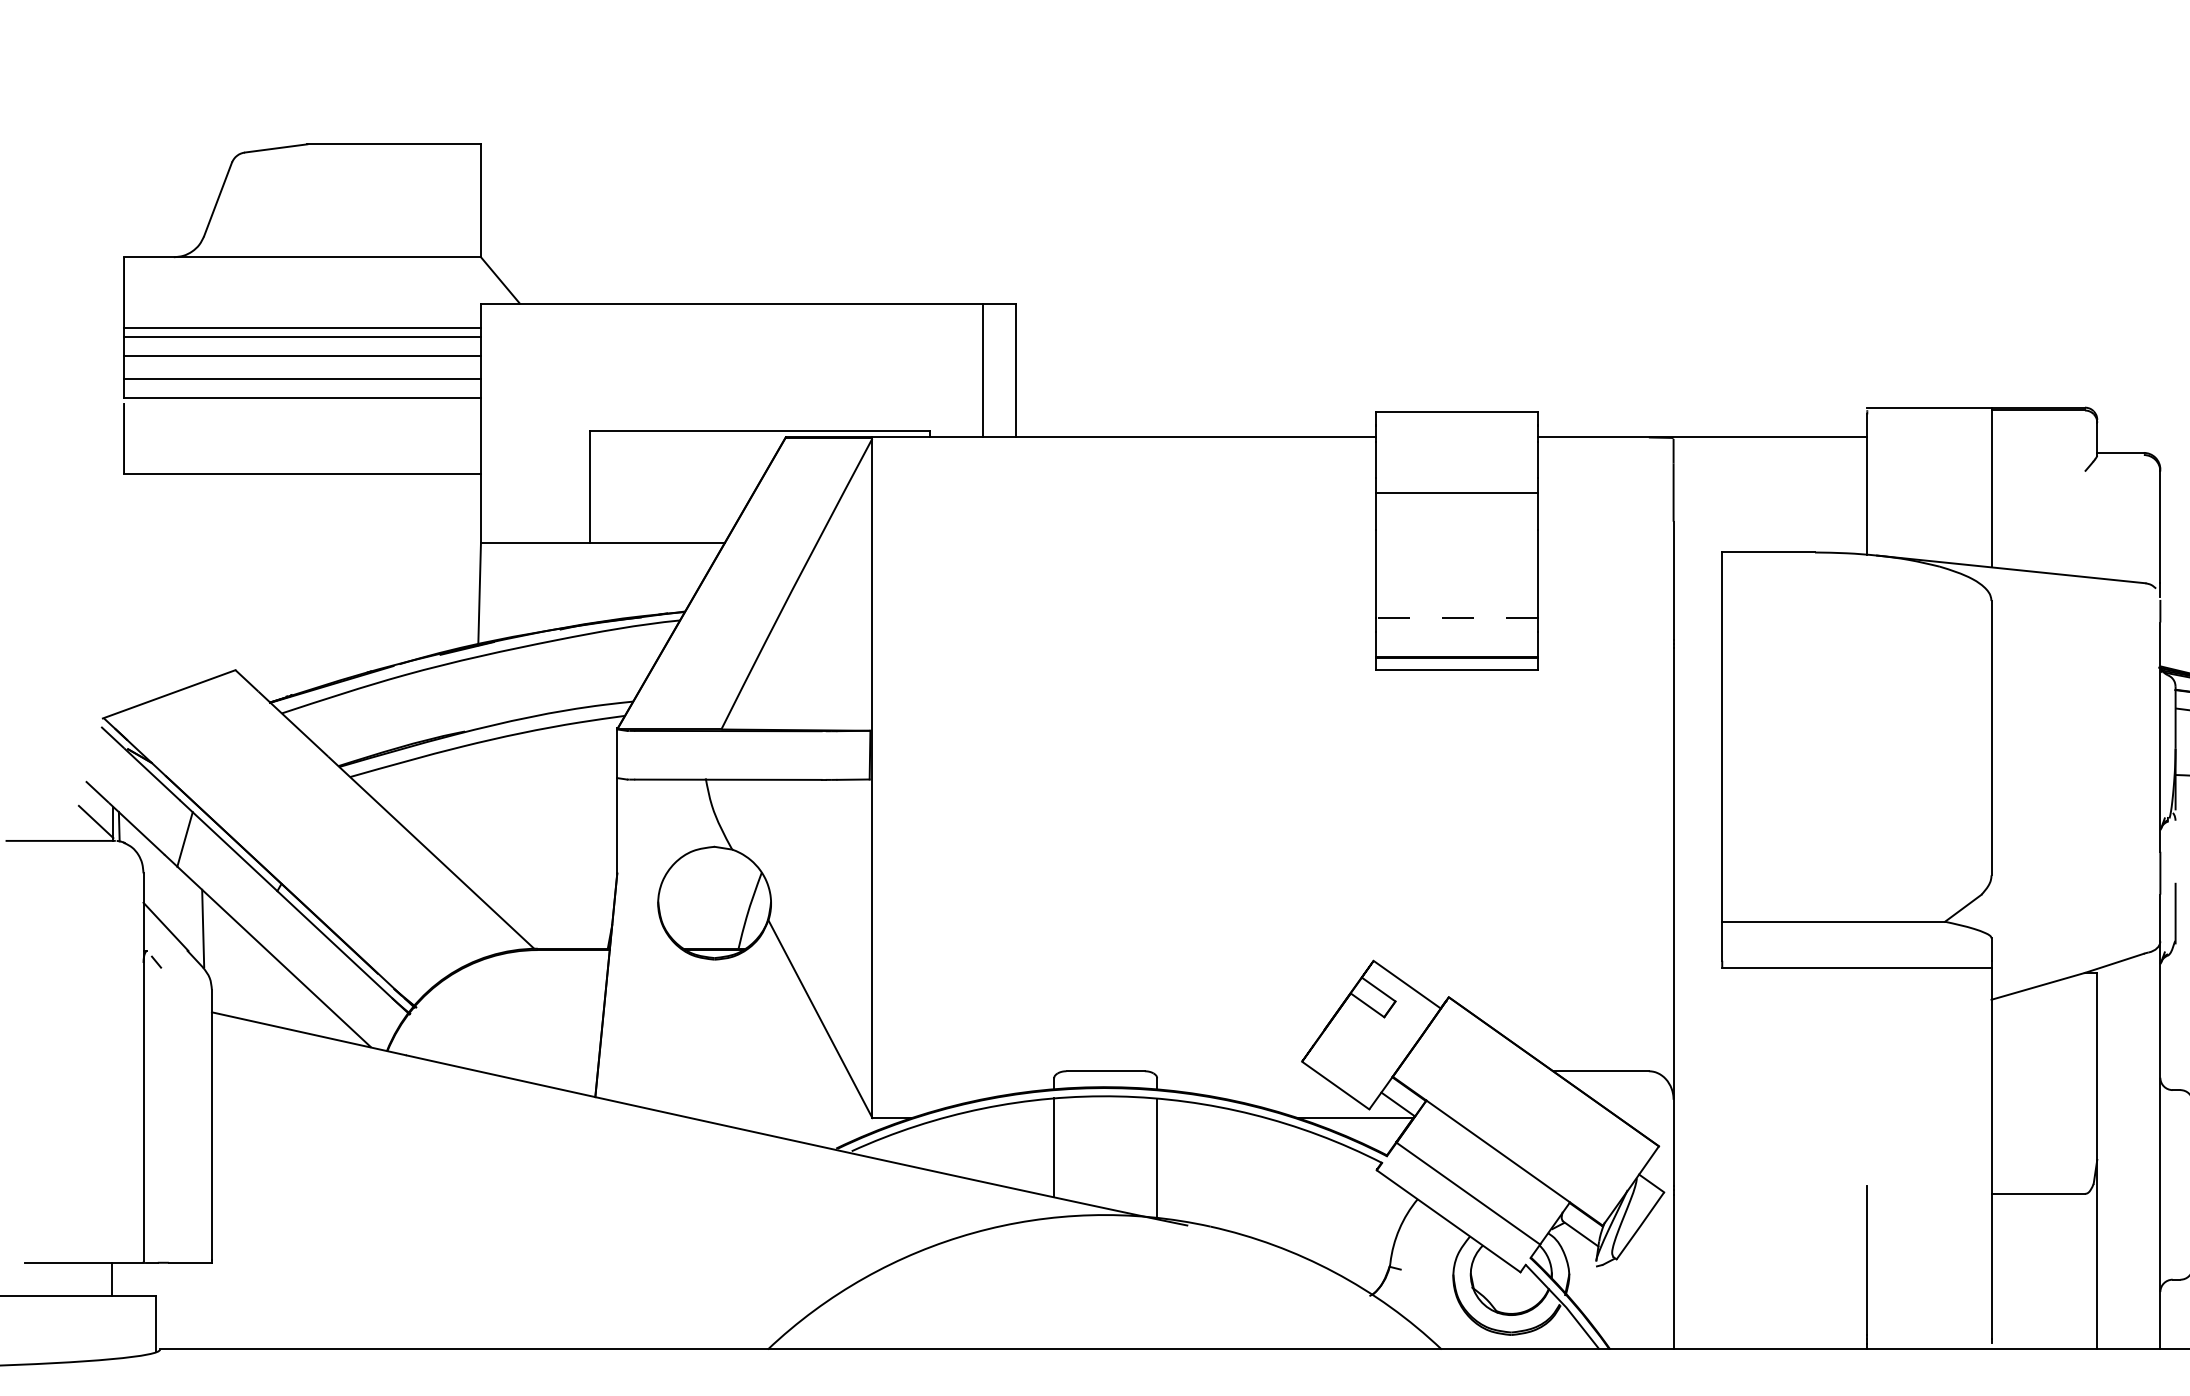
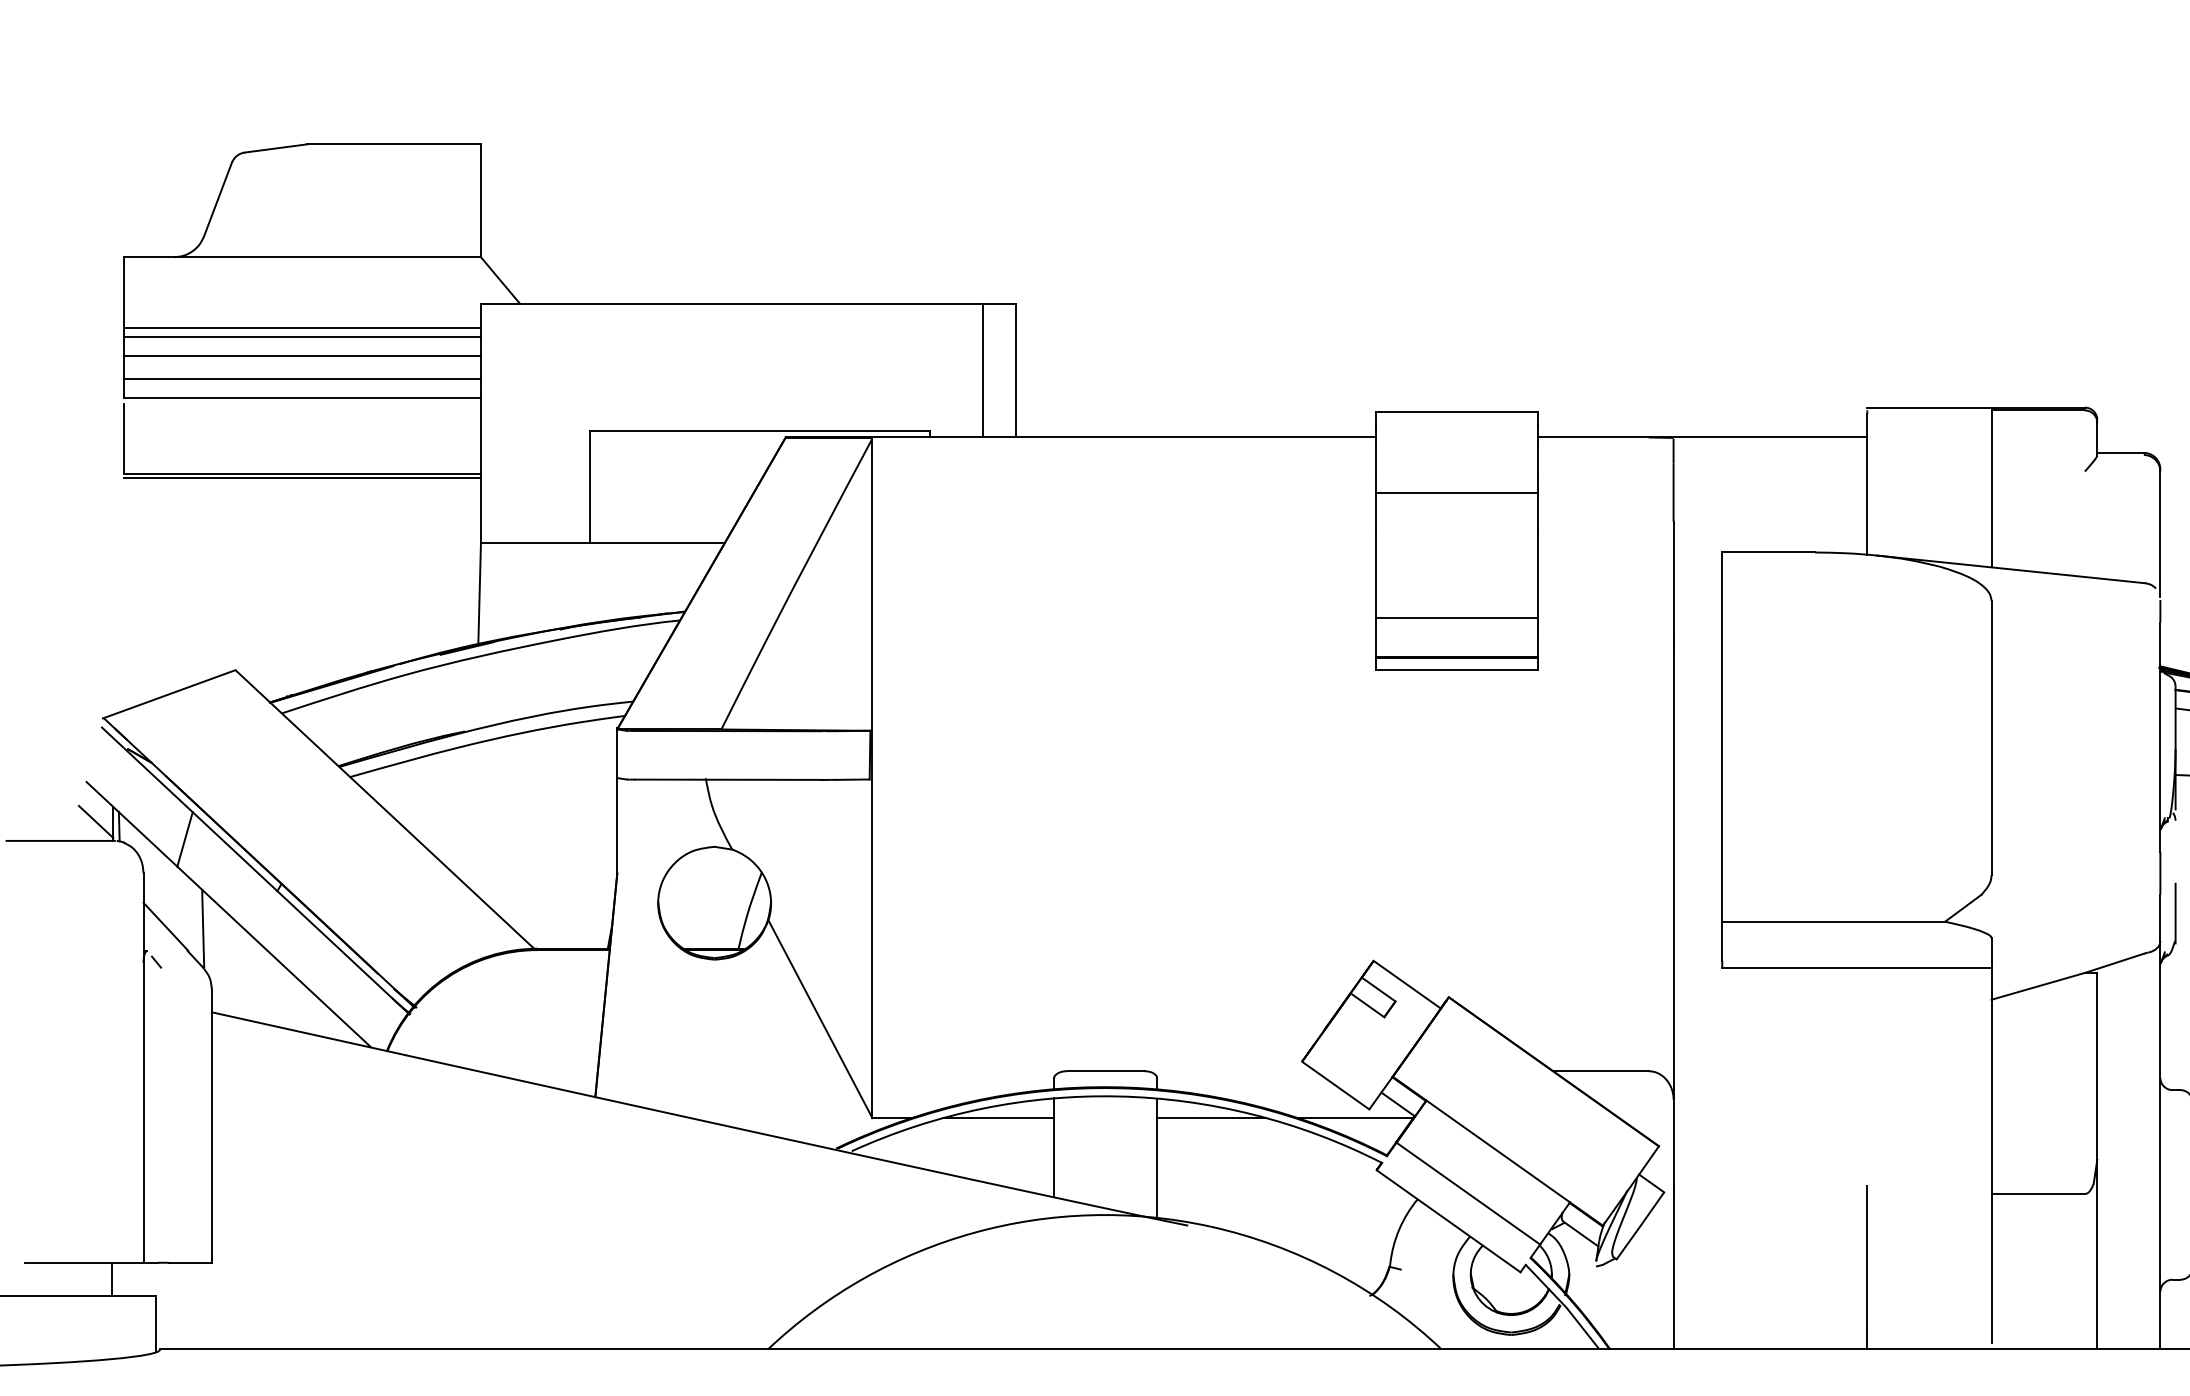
line at (302, 477): none -> present
line at (1456, 617): dashed -> solid
line at (998, 1118): none -> present
line at (1211, 1118): none -> present
